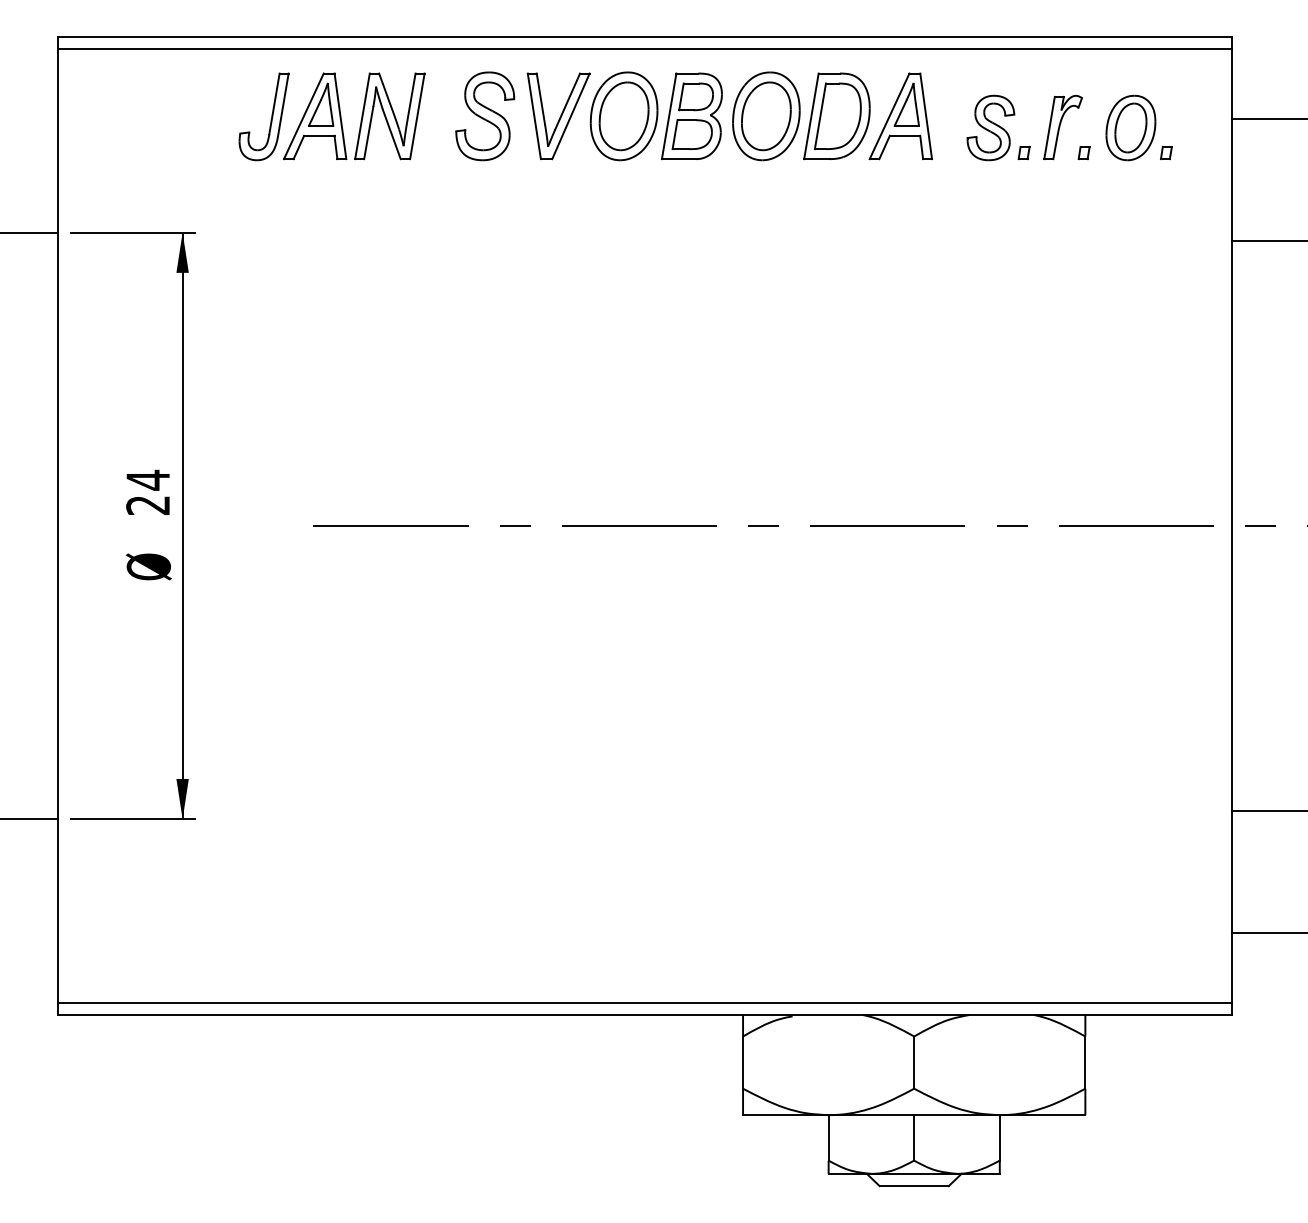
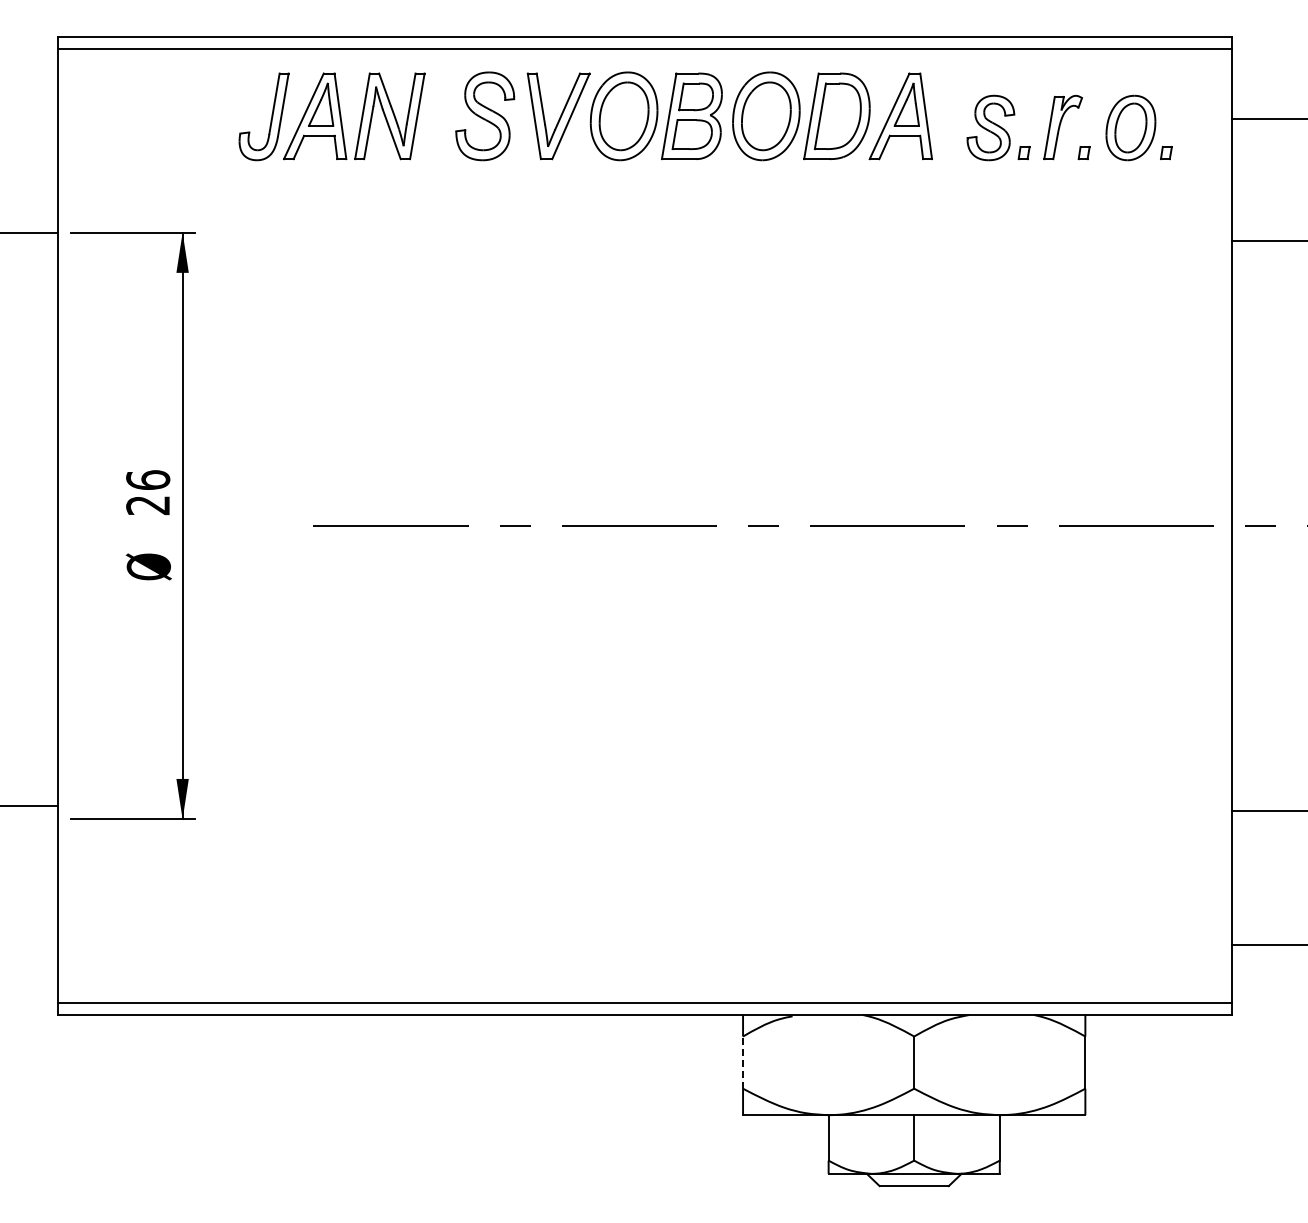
text at (148, 479): 24 -> 26
line at (30, 819) position: (30, 819) -> (30, 806)
line at (1268, 933) position: (1268, 933) -> (1268, 945)
line at (743, 1062): solid -> dashed
